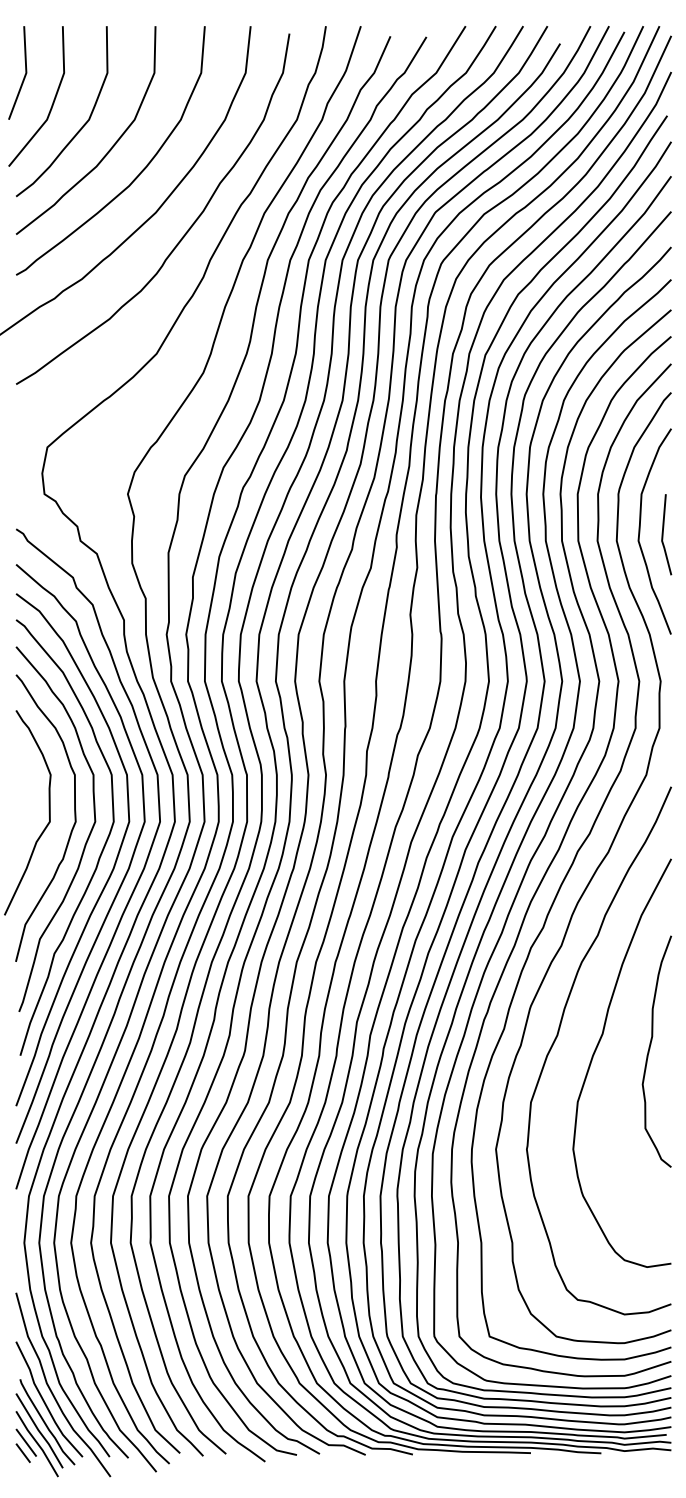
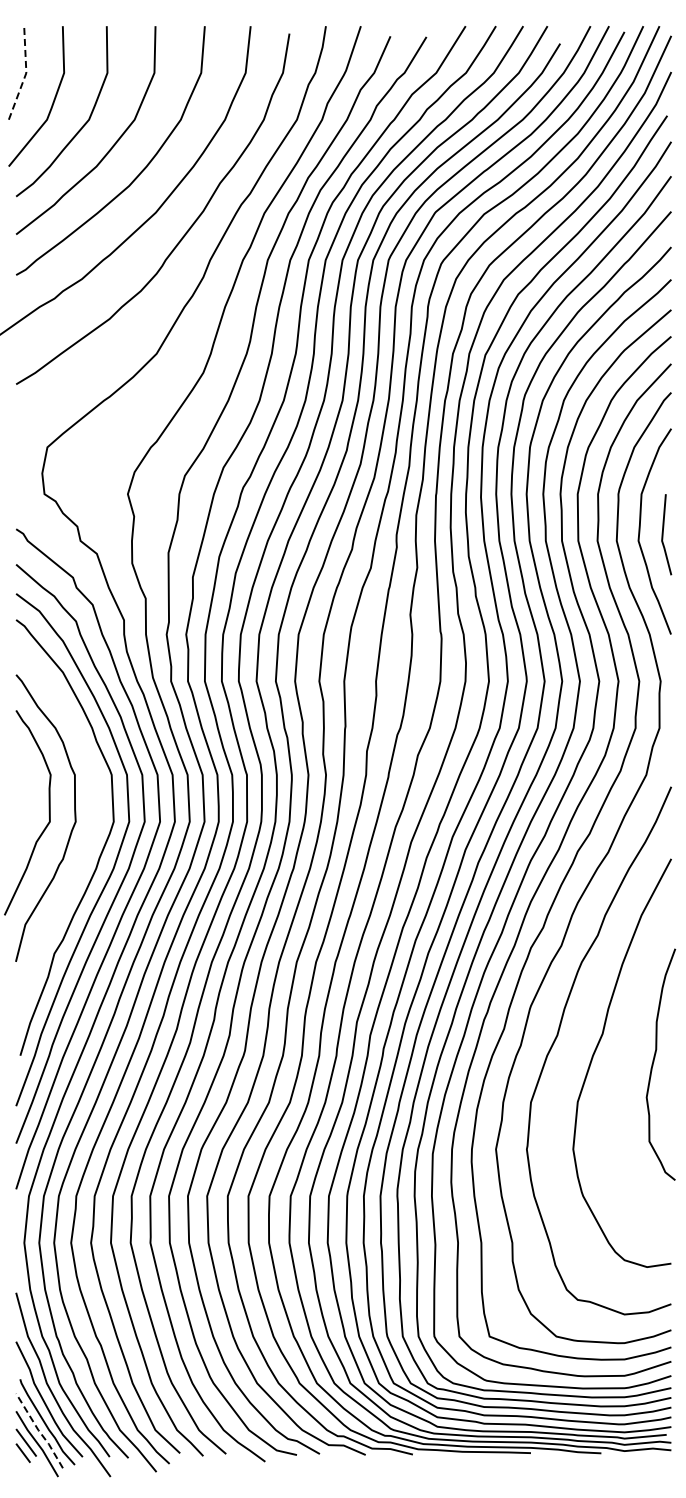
line at (26, 73): solid -> dashed
curve at (86, 839): present -> none
curve at (650, 1049) position: (650, 1049) -> (654, 1062)
line at (38, 1430): solid -> dashed
